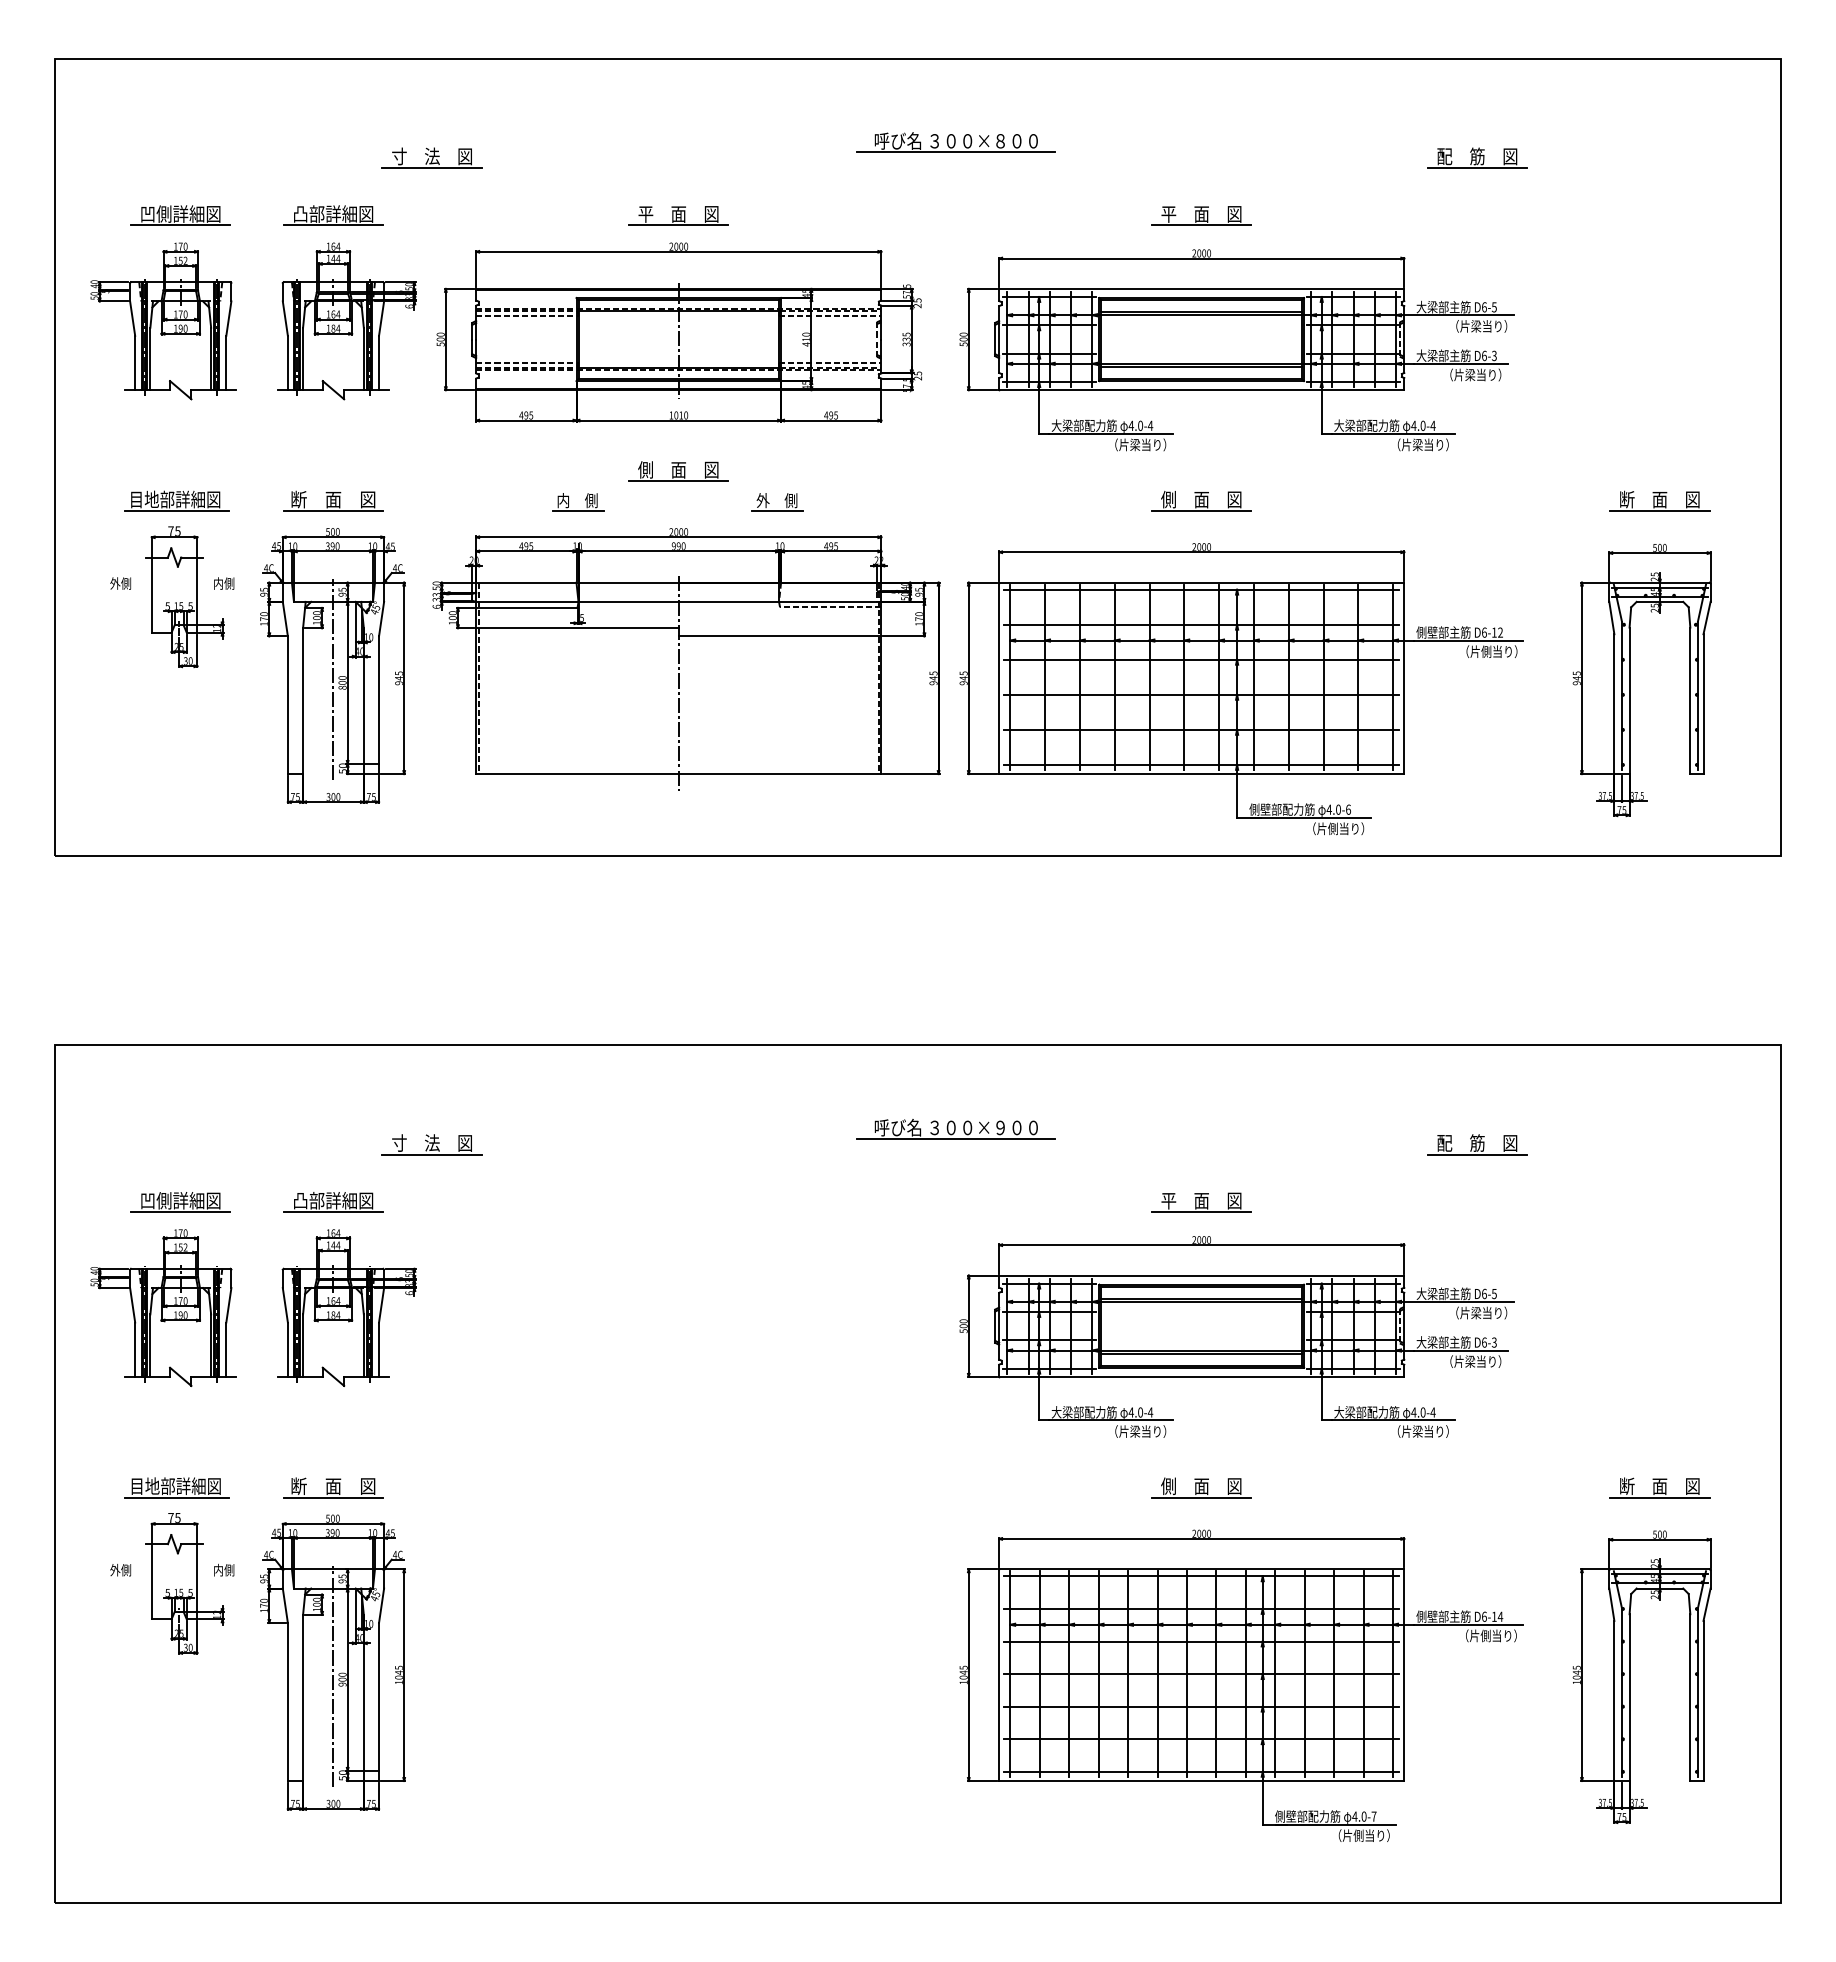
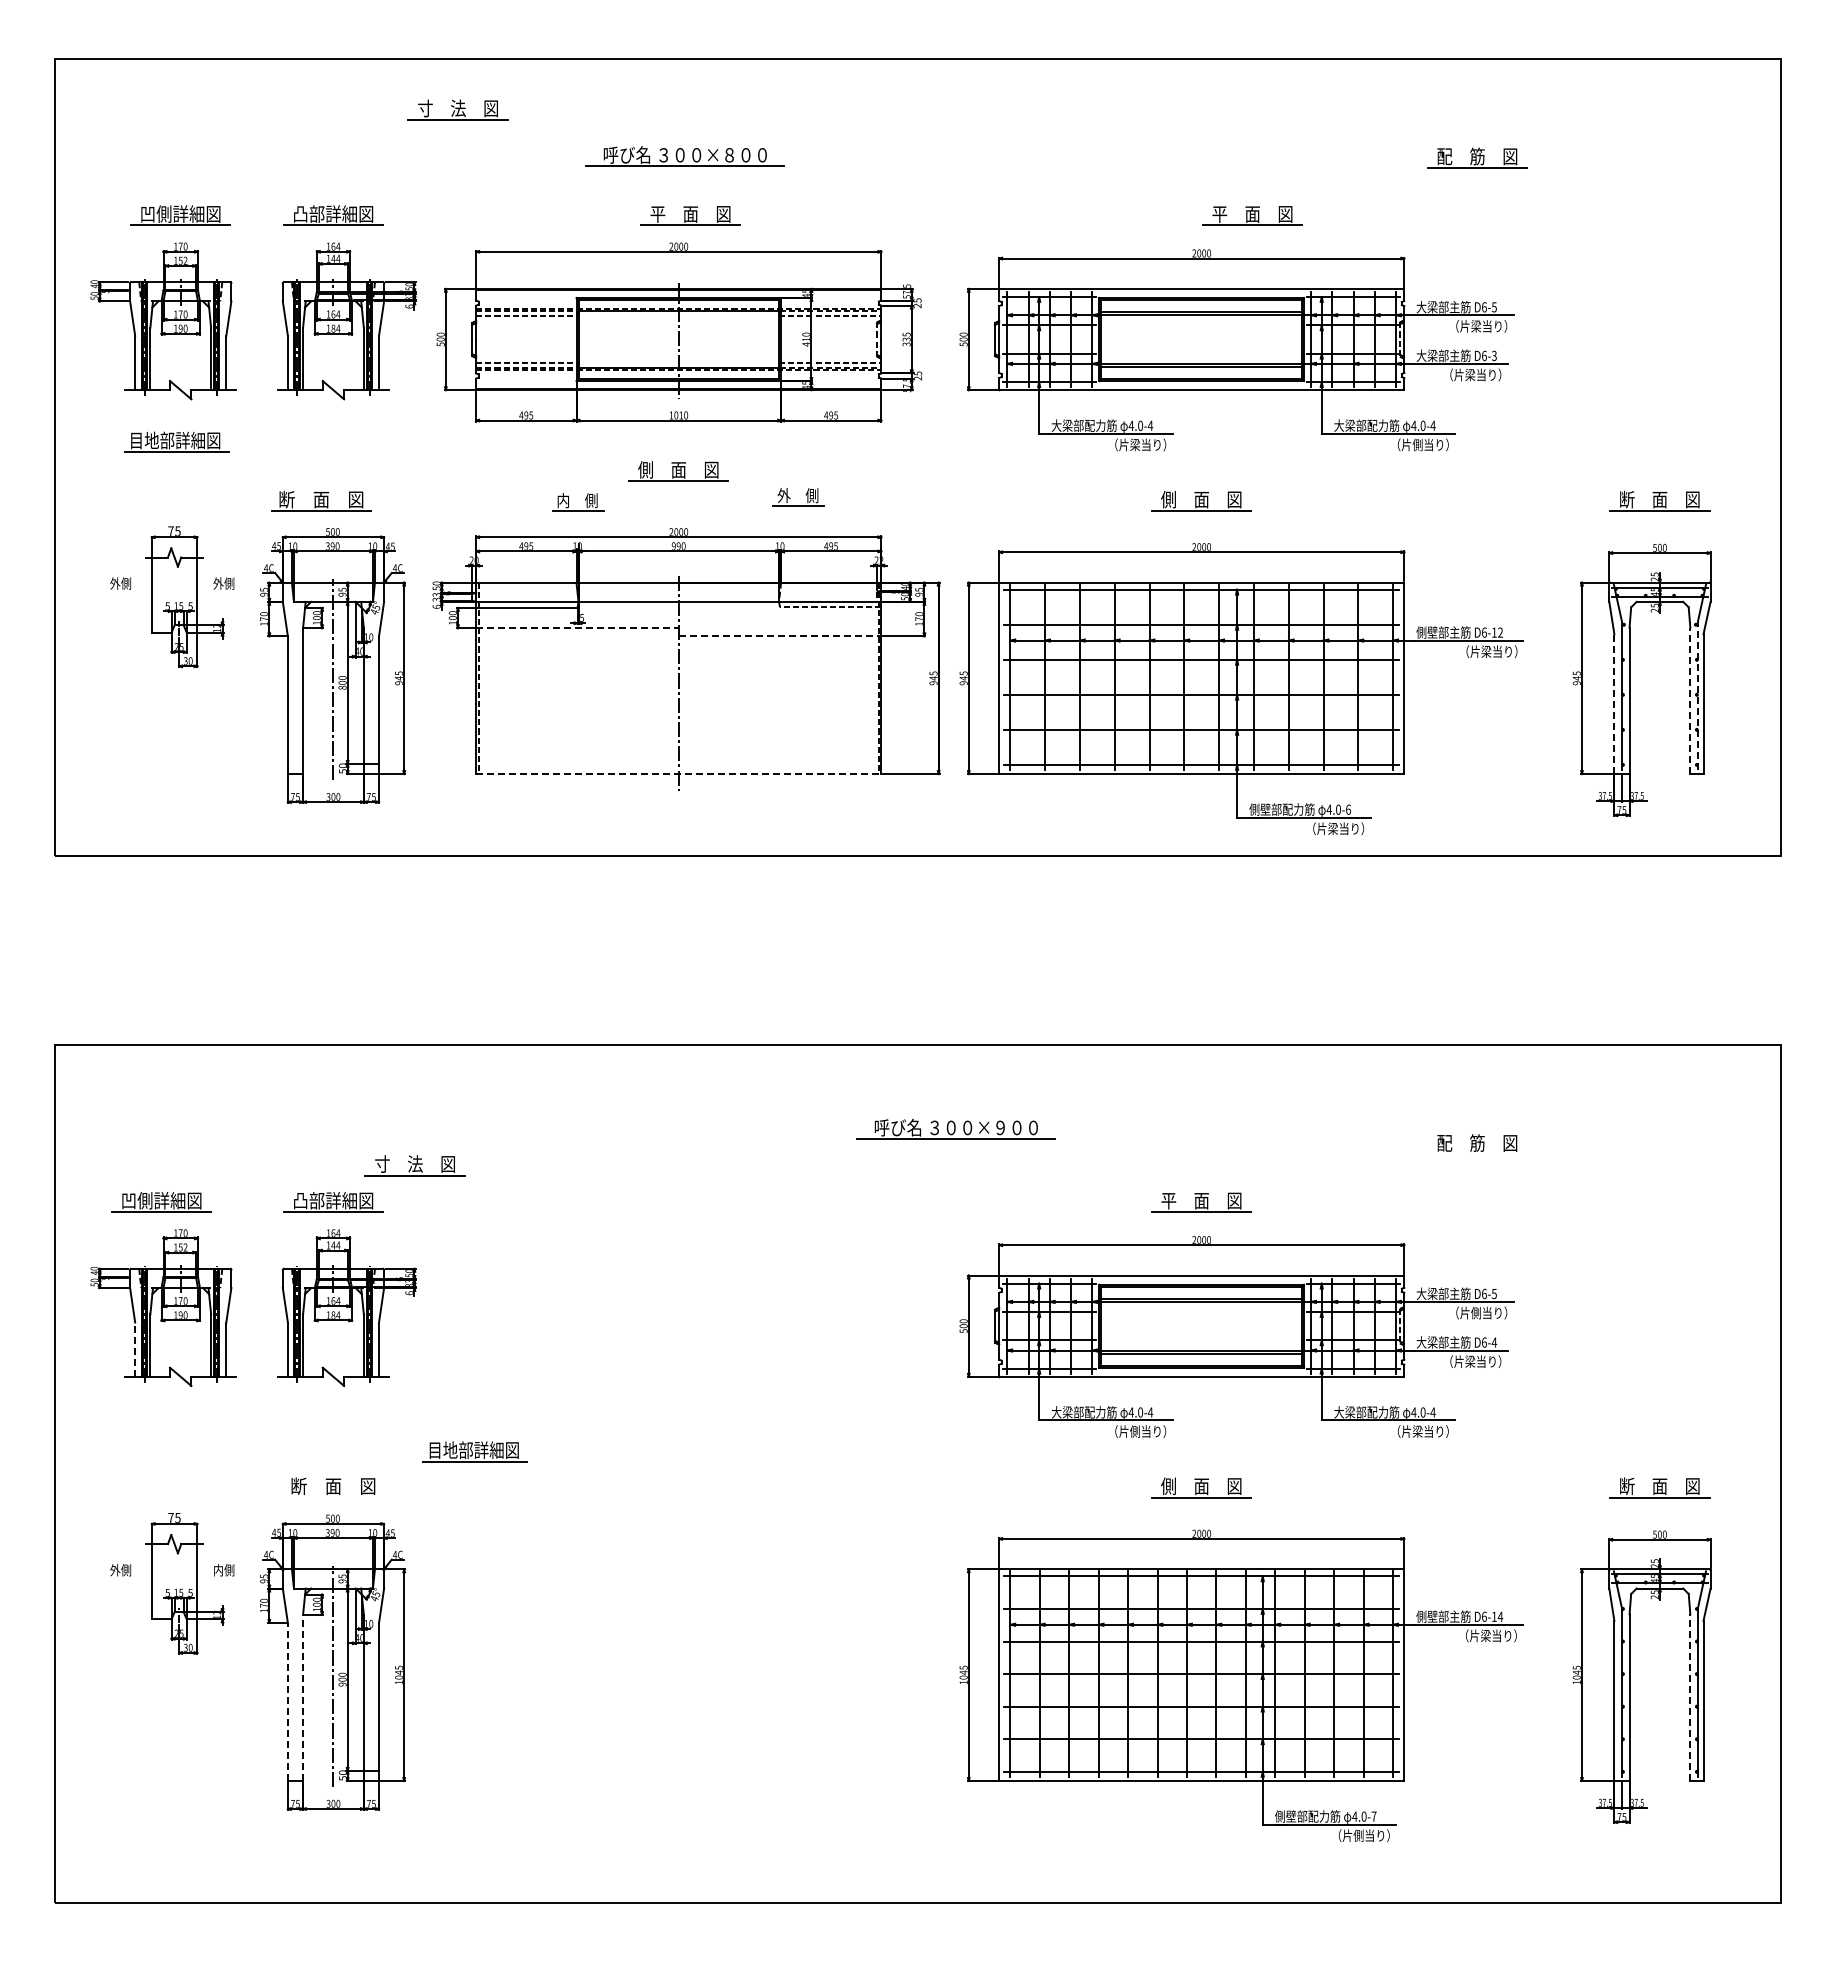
part at (955, 142) position: (955, 142) -> (684, 156)
part at (431, 157) position: (431, 157) -> (457, 109)
part at (678, 215) position: (678, 215) -> (690, 215)
part at (1201, 215) position: (1201, 215) -> (1252, 215)
text at (1417, 444): （片梁当り） -> （片側当り）
part at (176, 500) position: (176, 500) -> (176, 441)
part at (333, 500) position: (333, 500) -> (321, 500)
part at (784, 500) position: (784, 500) -> (805, 495)
text at (218, 583): 内側 -> 外側
line at (578, 628): solid -> dashed
line at (780, 636): solid -> dashed
text at (1486, 651): （片側当り） -> （片梁当り）
line at (1697, 695): solid -> dashed
line at (1690, 700): solid -> dashed
line at (1614, 704): solid -> dashed
line at (678, 774): solid -> dashed
text at (1332, 828): （片側当り） -> （片梁当り）
part at (431, 1144) position: (431, 1144) -> (414, 1165)
line at (1477, 1154): present -> none
part at (180, 1202) position: (180, 1202) -> (161, 1202)
text at (1476, 1312): （片梁当り） -> （片側当り）
text at (1494, 1342): D6-3 -> D6-4
line at (135, 1349): solid -> dashed
text at (1135, 1431): （片梁当り） -> （片側当り）
part at (176, 1487) position: (176, 1487) -> (474, 1451)
line at (333, 1497): present -> none
text at (1485, 1635): （片側当り） -> （片梁当り）
line at (303, 1697): solid -> dashed
line at (1690, 1697): solid -> dashed
line at (287, 1701): solid -> dashed
